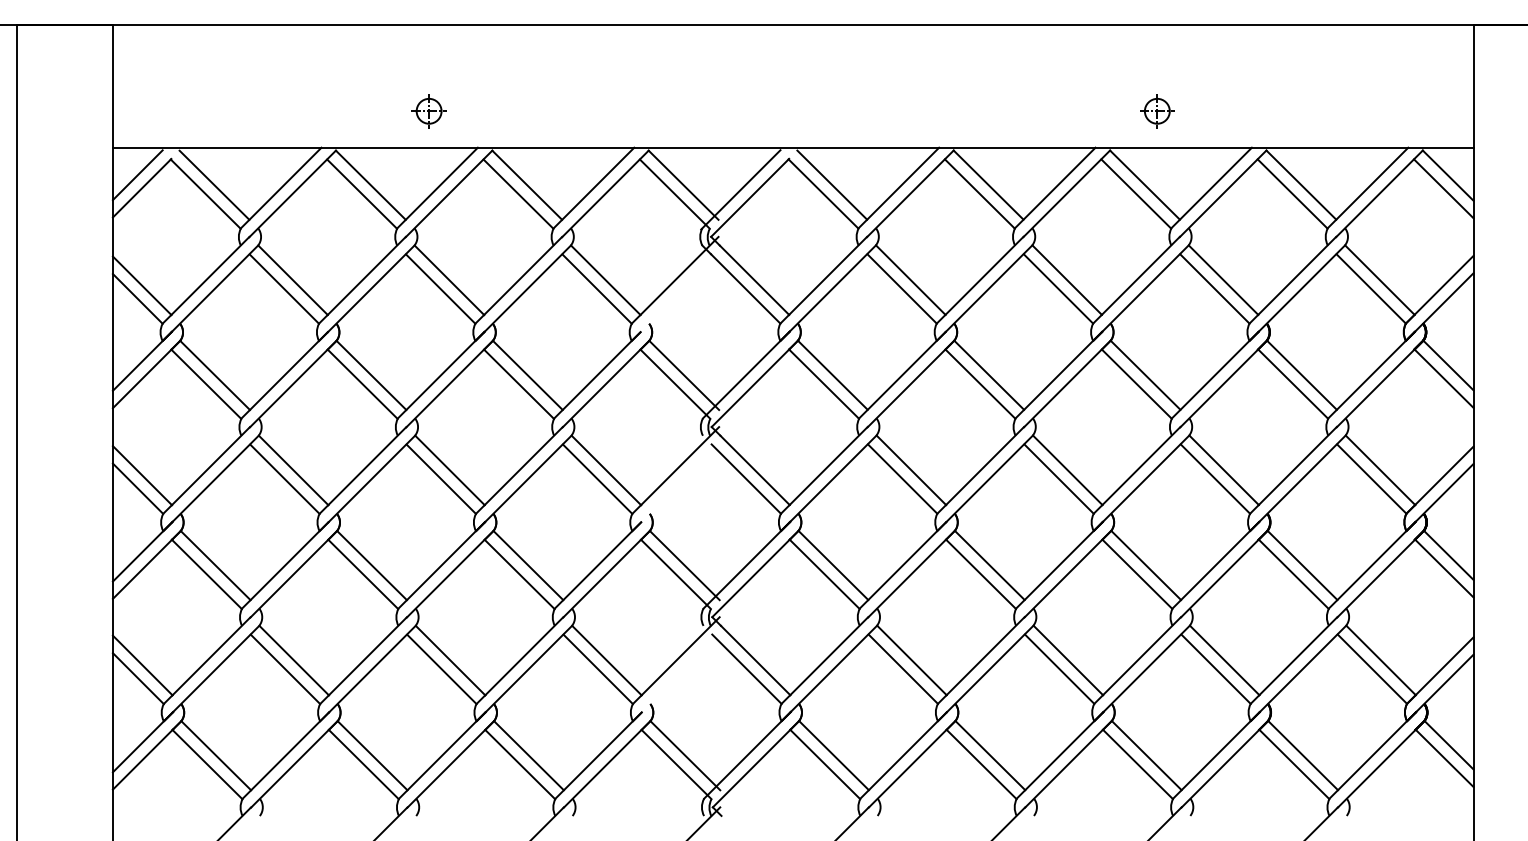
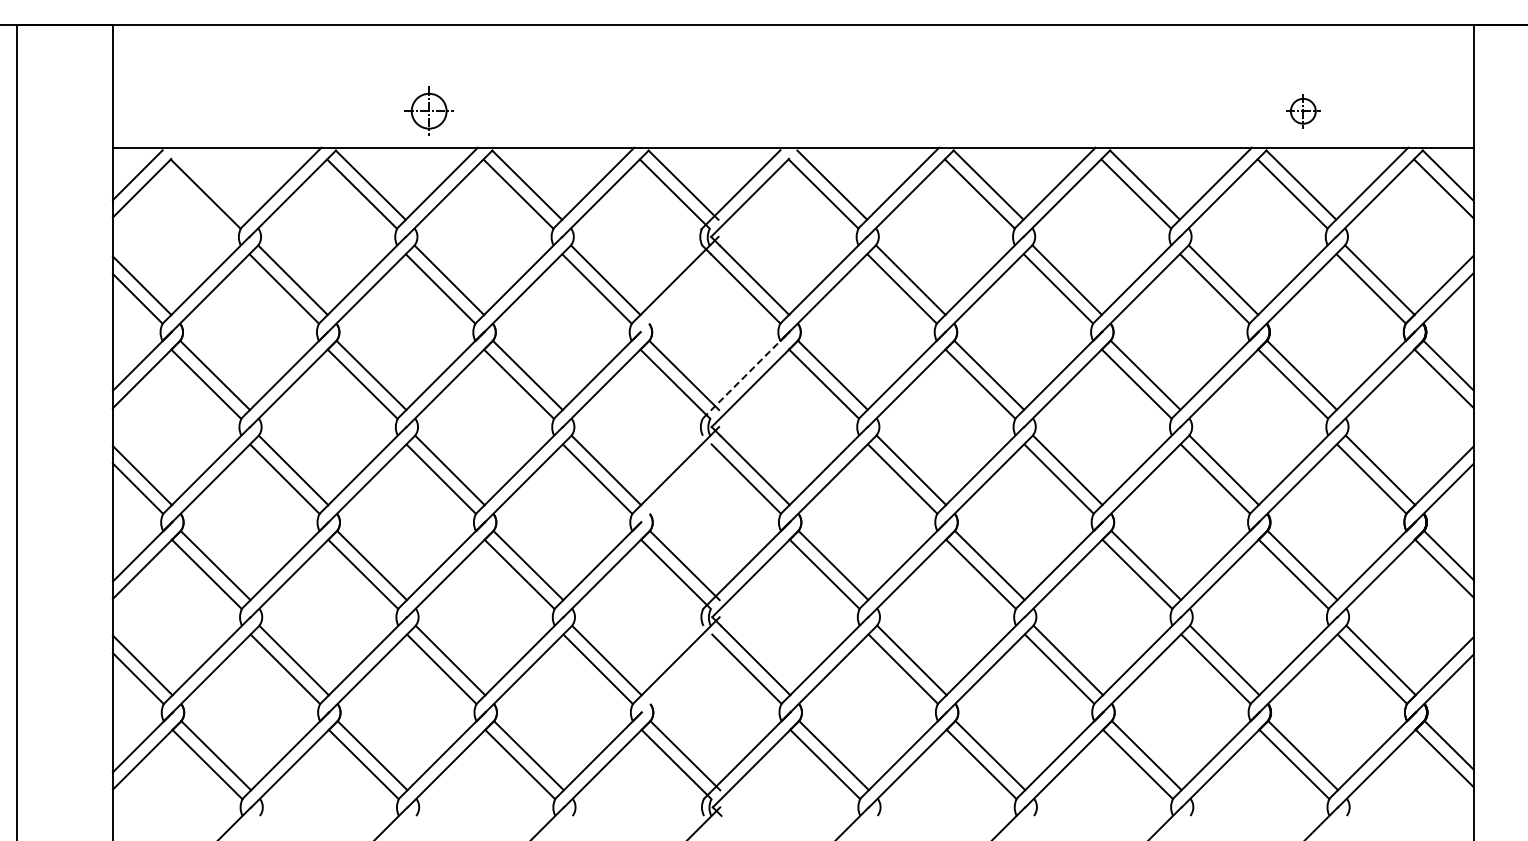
part at (428, 111) size: 36x35 px -> 50x50 px
part at (1157, 111) position: (1157, 111) -> (1303, 111)
line at (214, 184): present -> none
line at (746, 374): solid -> dashed
